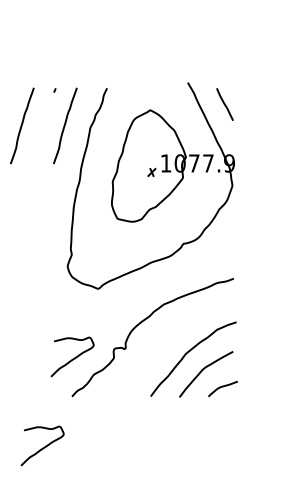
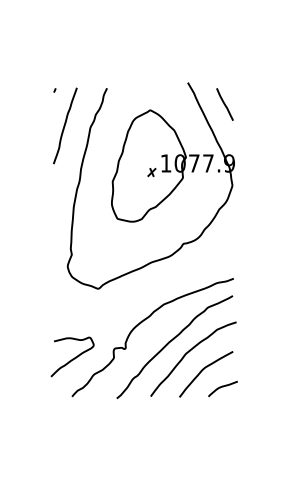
curve at (22, 125): present -> none
curve at (170, 342): none -> present
curve at (42, 447): present -> none
